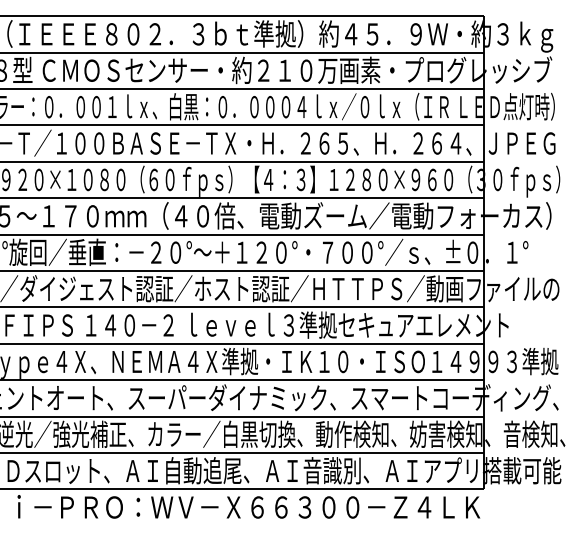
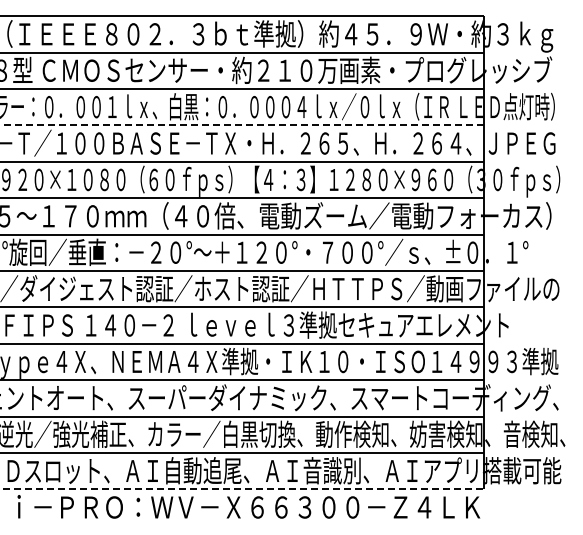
line at (241, 125): solid -> dashed
line at (241, 489): solid -> dashed
